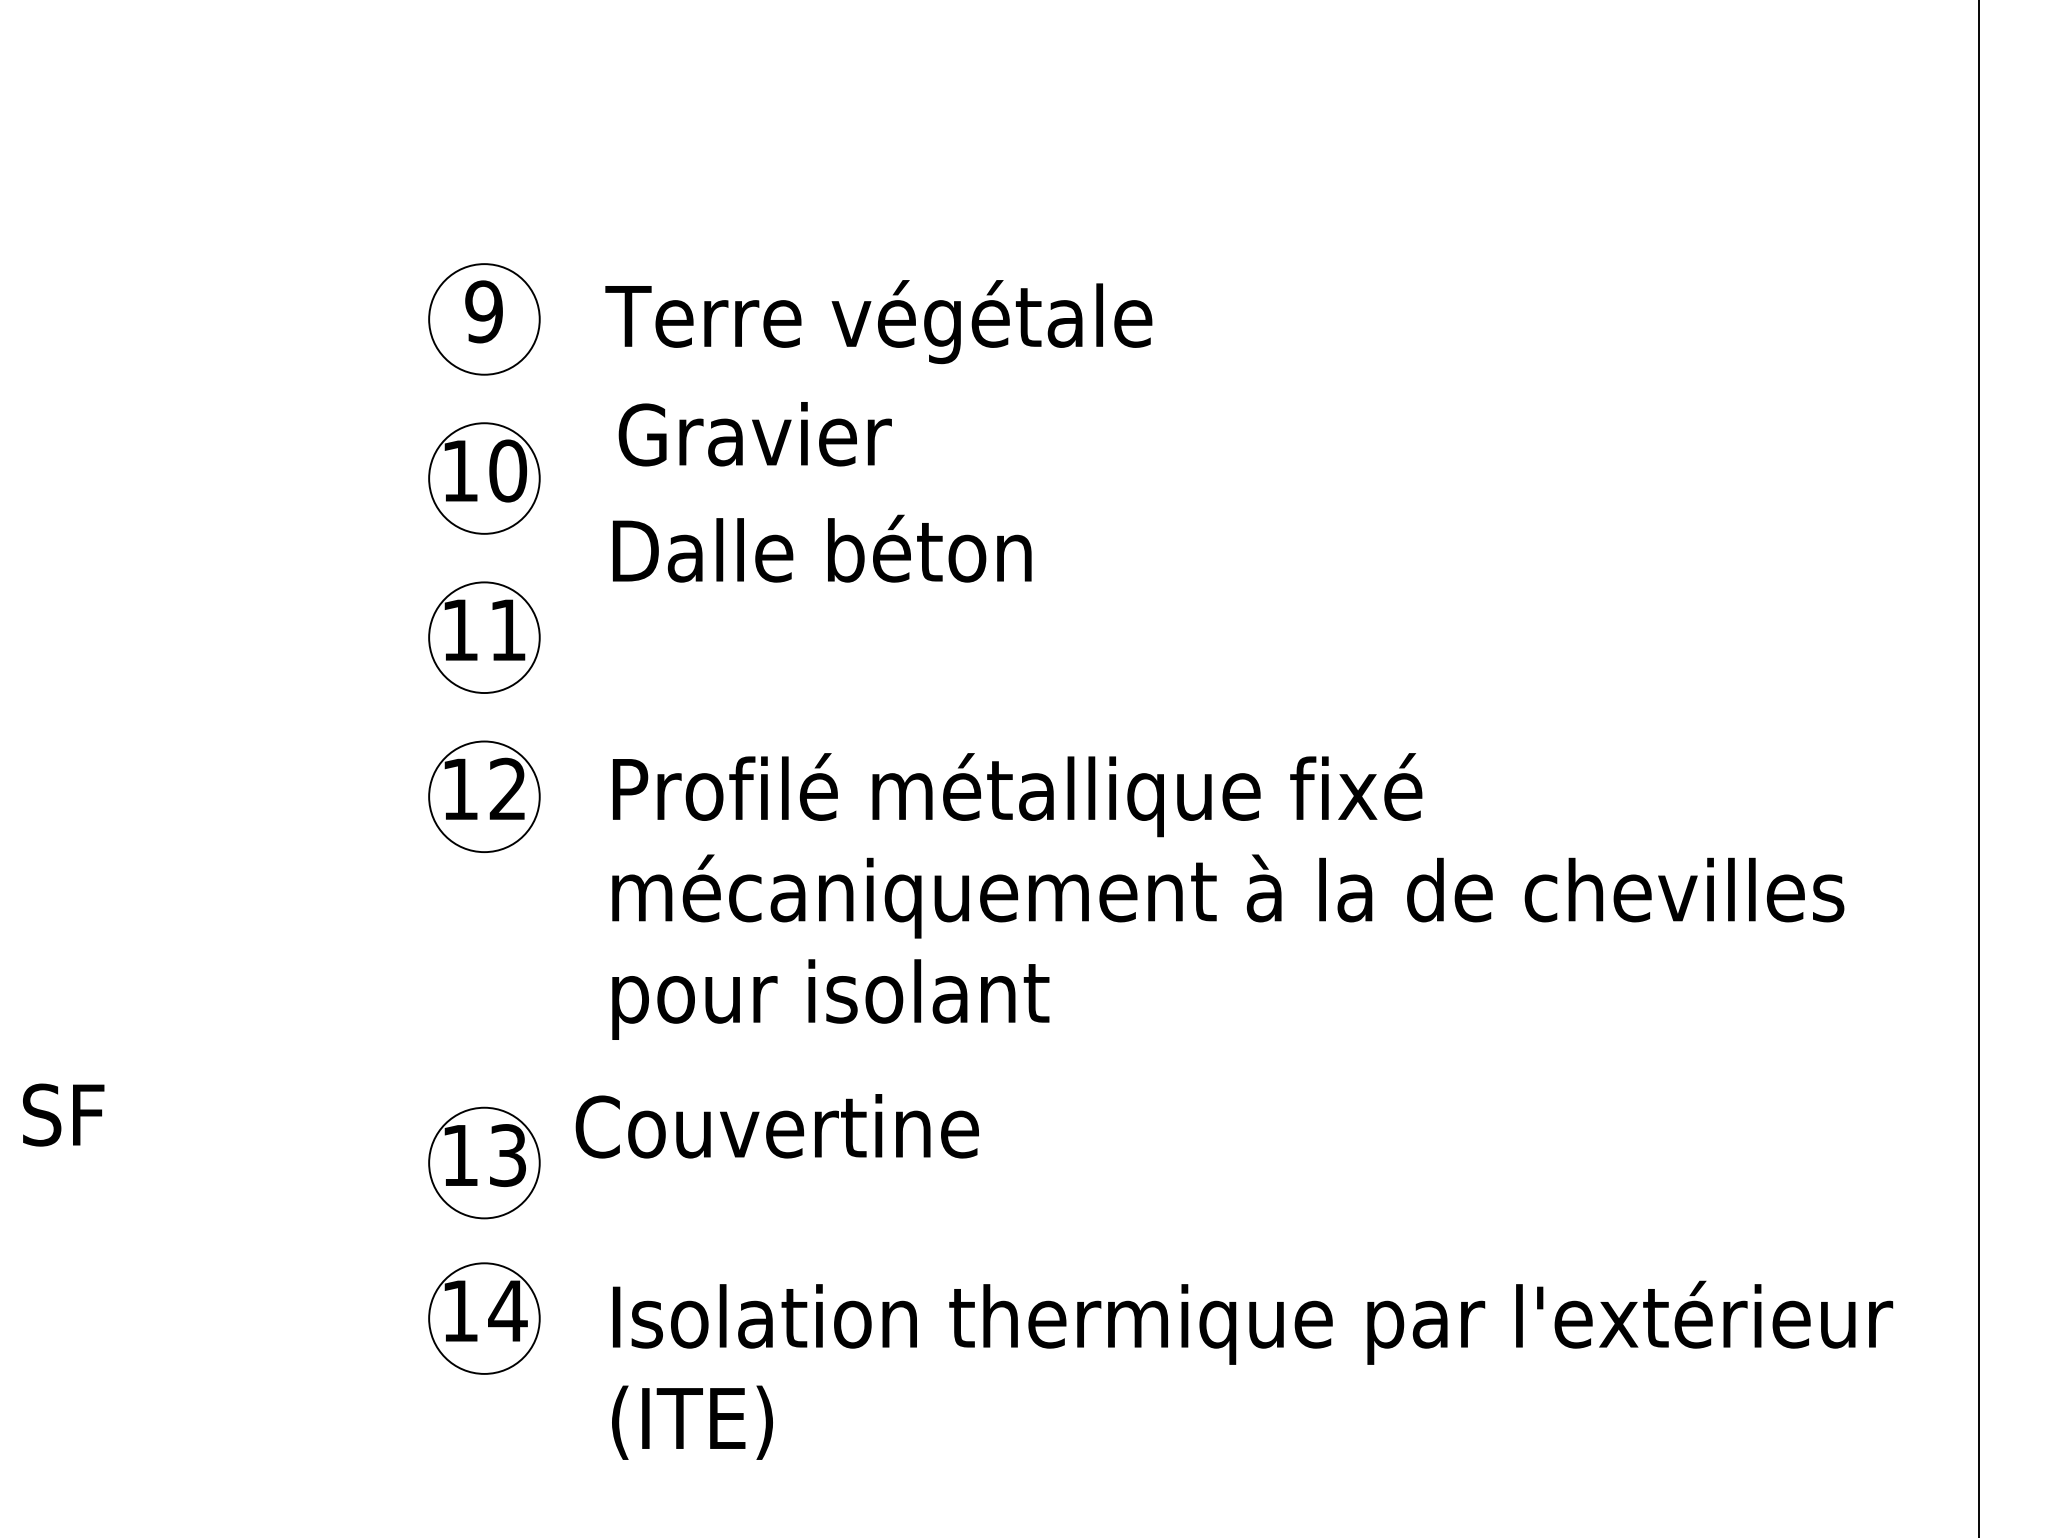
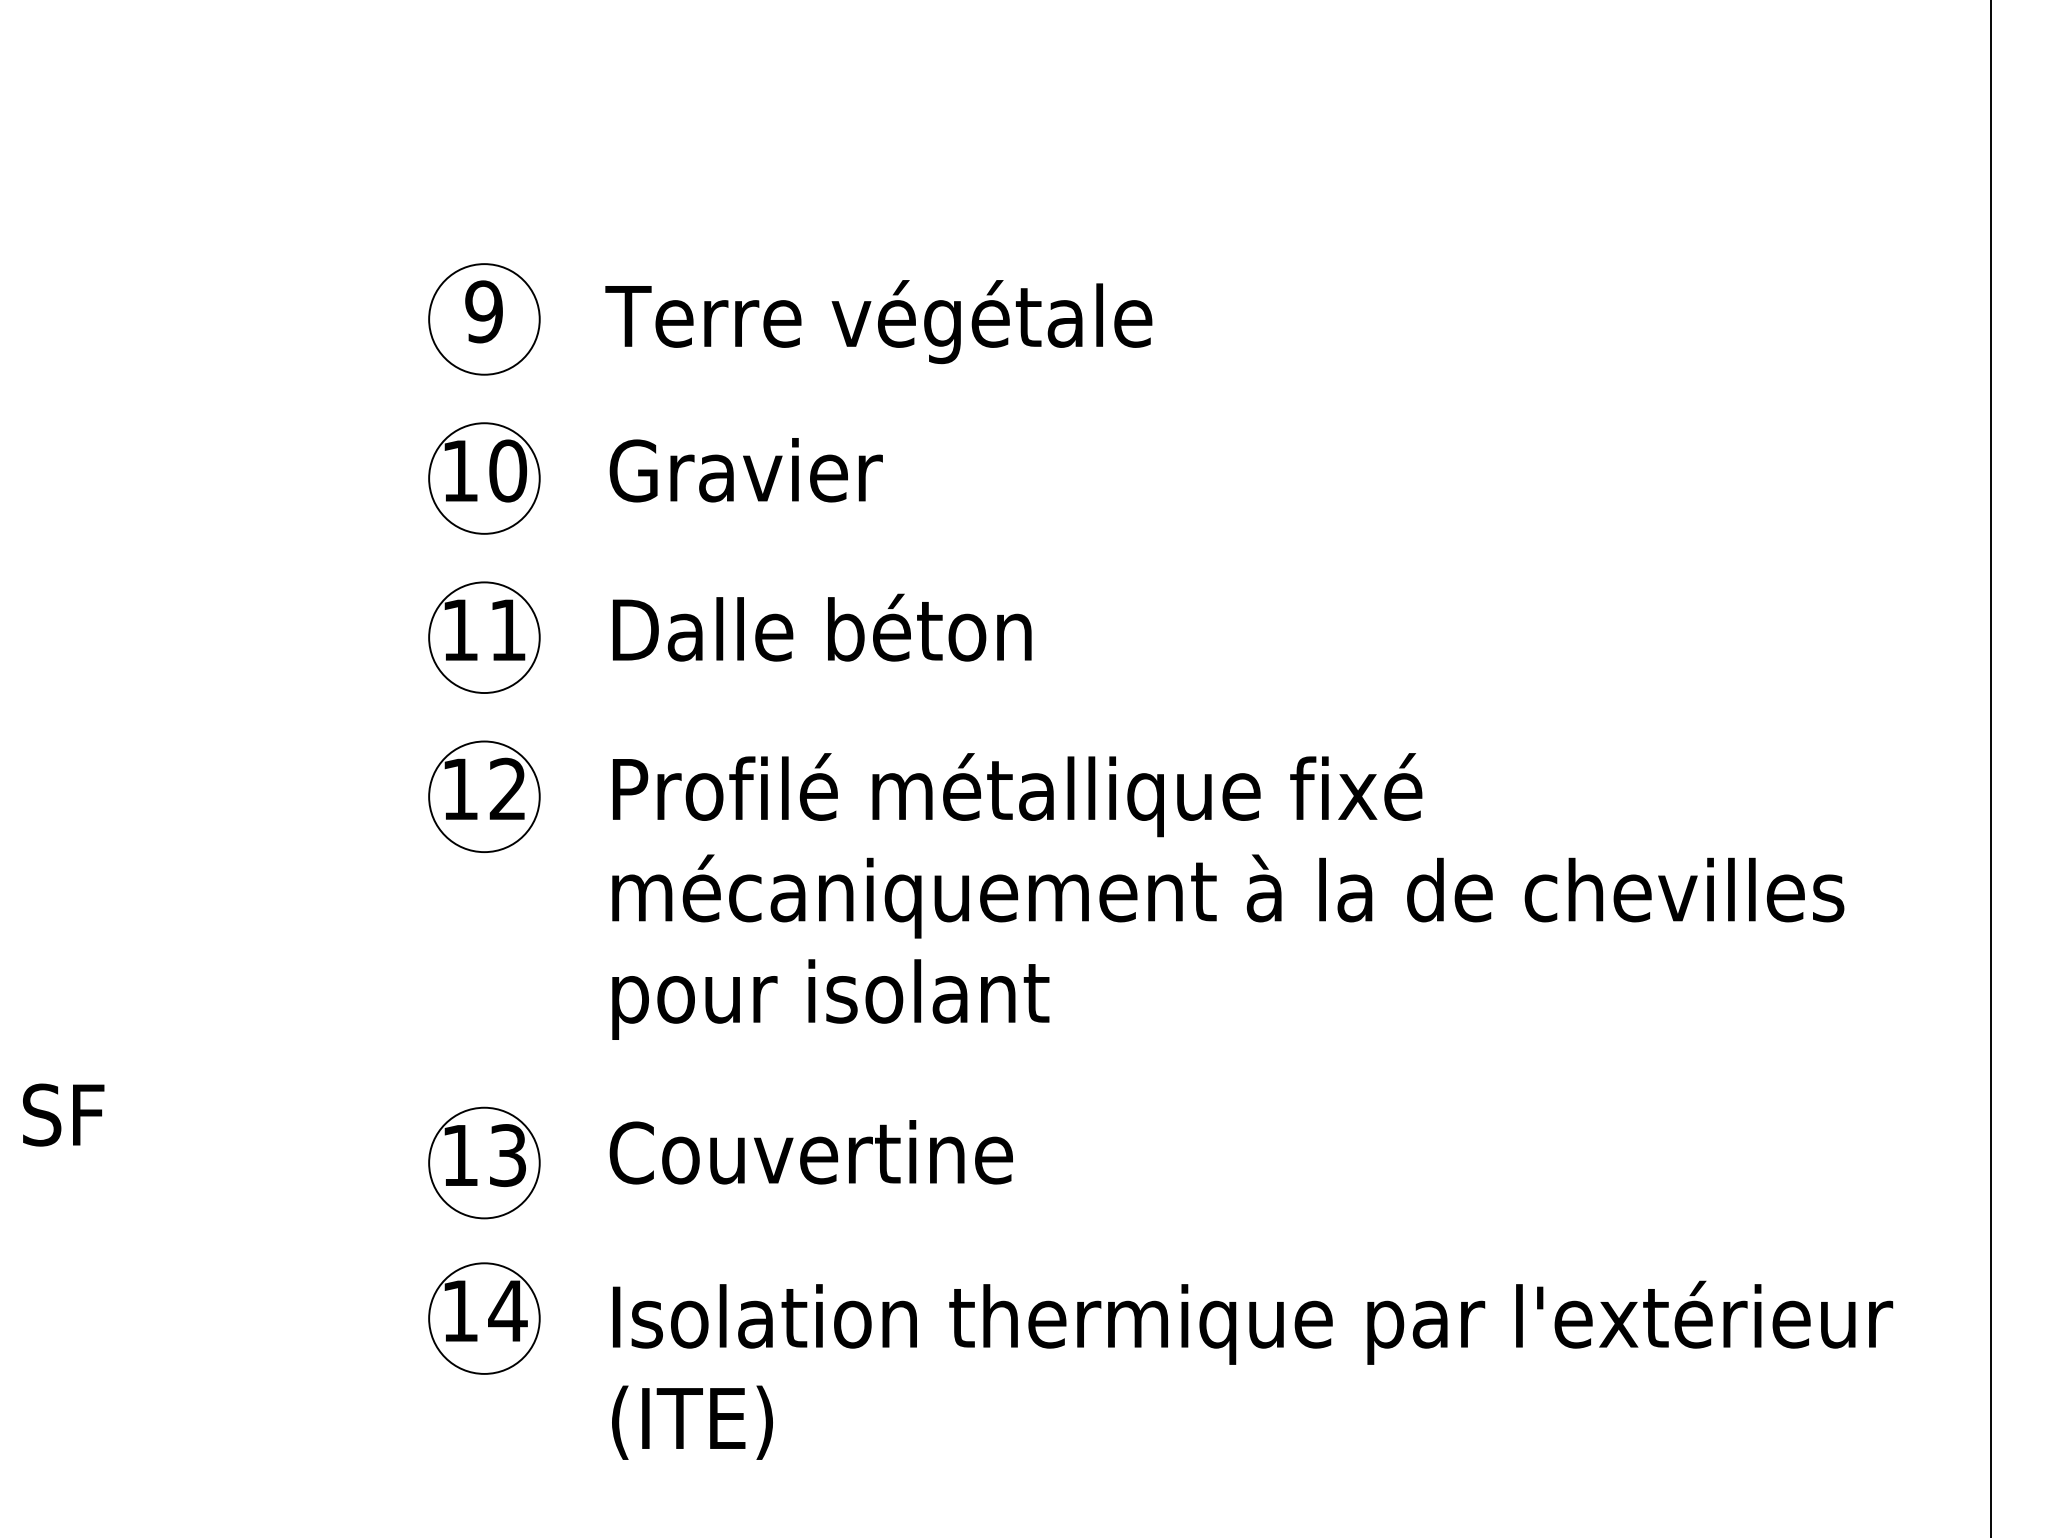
text at (754, 434) position: (754, 434) -> (745, 470)
text at (822, 548) position: (822, 548) -> (822, 627)
line at (1979, 768) position: (1979, 768) -> (1991, 768)
text at (776, 1126) position: (776, 1126) -> (810, 1152)
